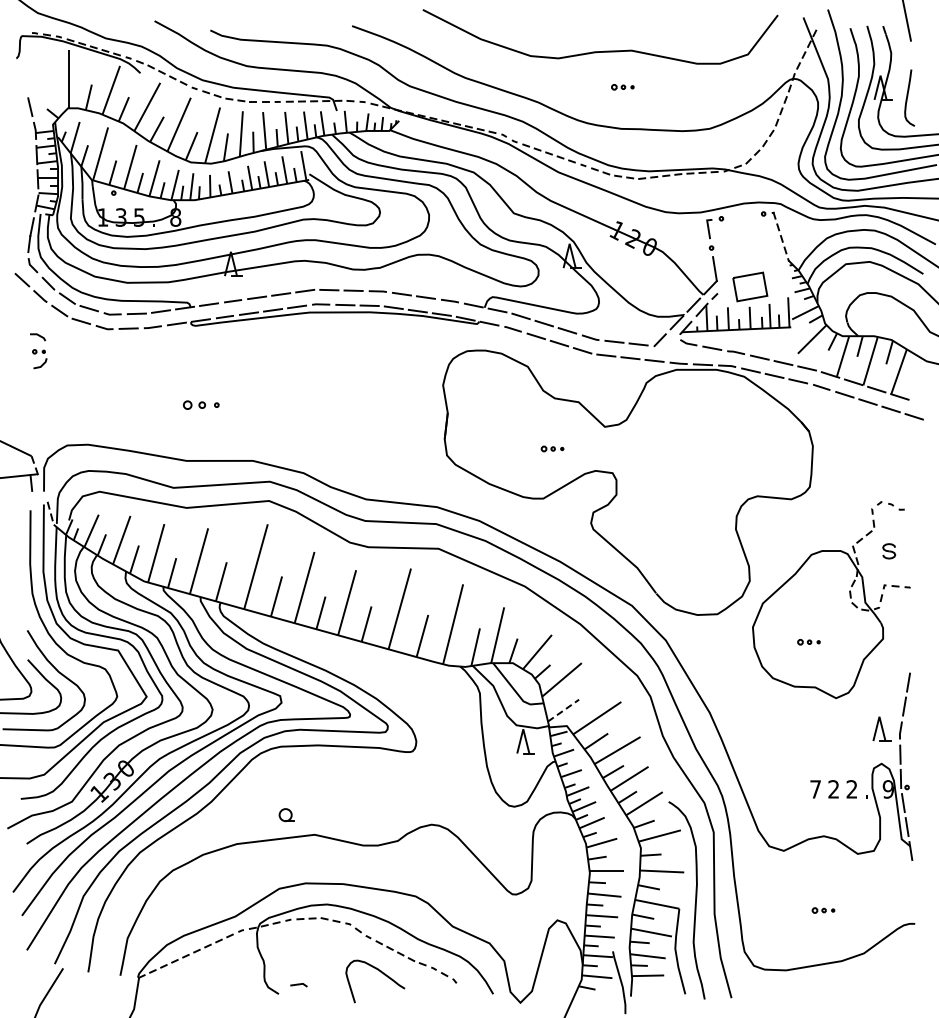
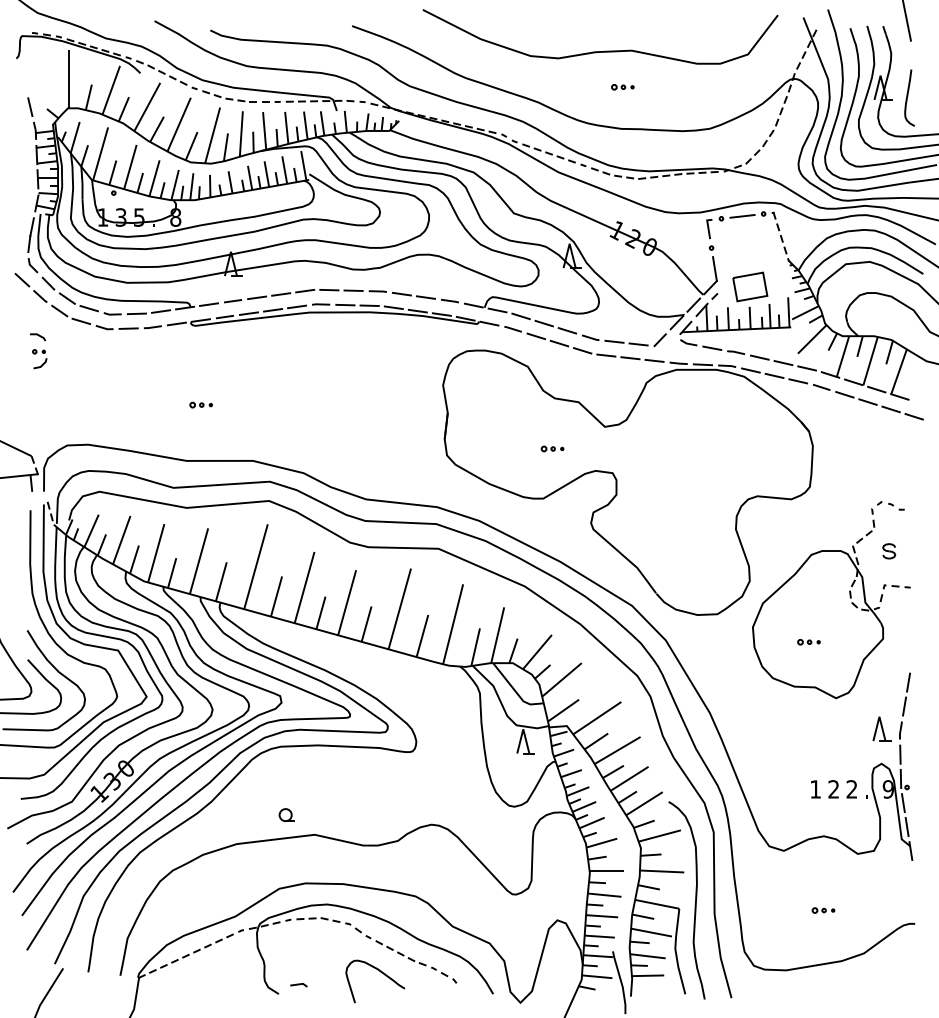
line at (742, 216): none -> present
part at (201, 404) size: 37x10 px -> 24x8 px
line at (563, 710): dashed -> solid
text at (815, 789): 7 -> 1
